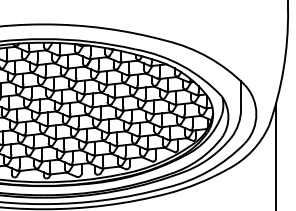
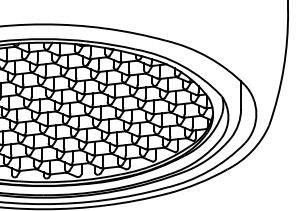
line at (275, 155): present -> none
